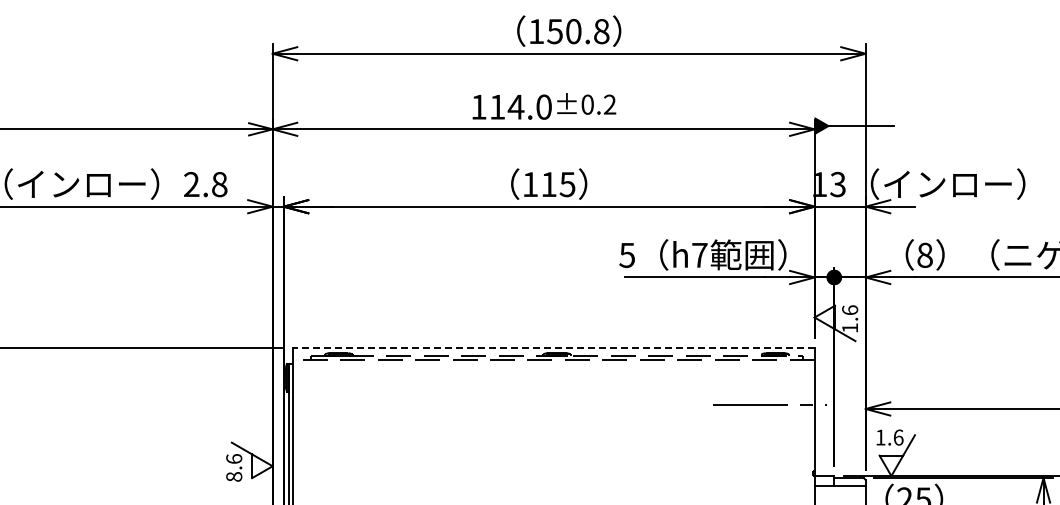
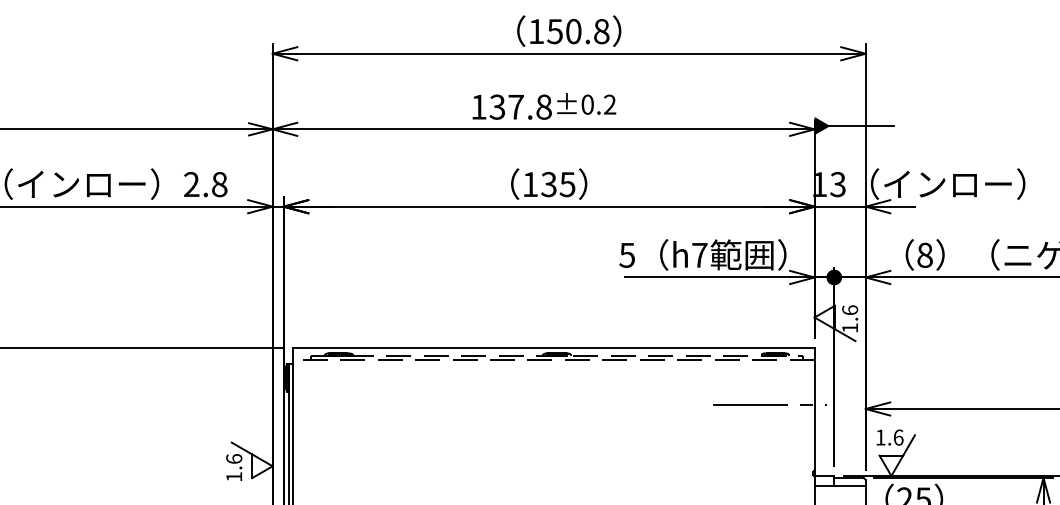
text at (520, 106): 114.0 -> 137.8
text at (548, 184): 115 -> 135
line at (553, 348): dashed -> solid
text at (234, 476): 8.6 -> 1.6
